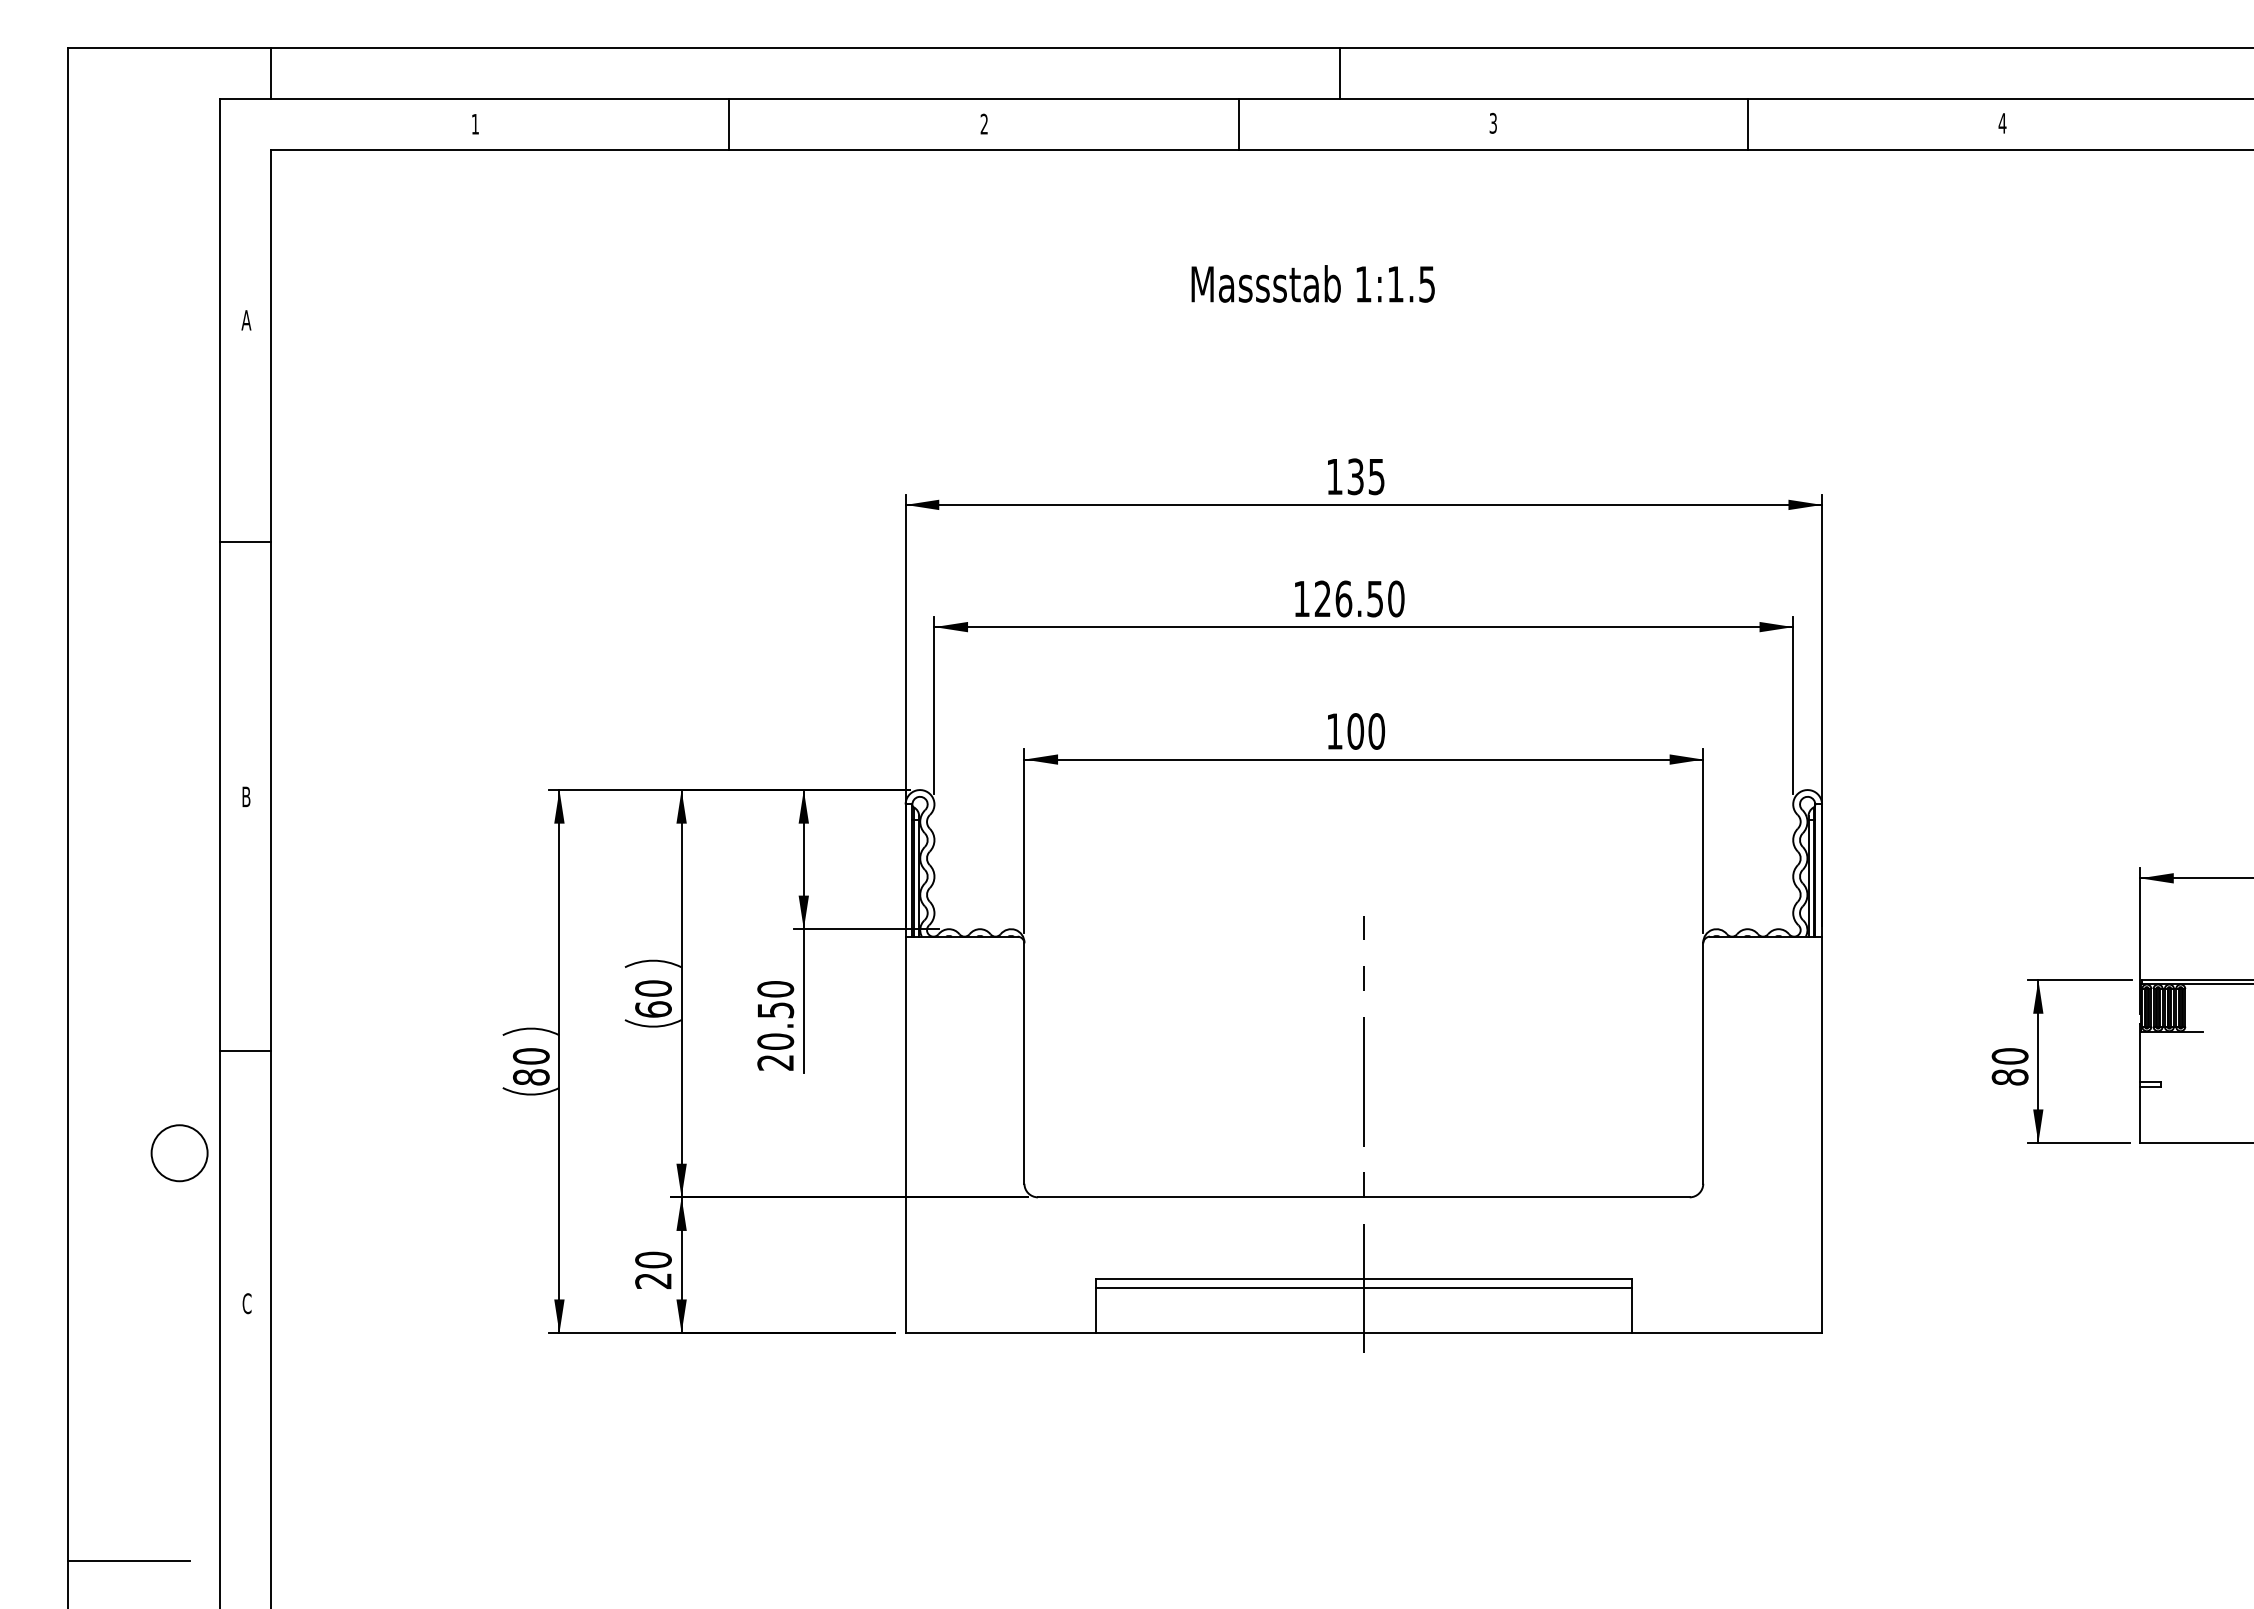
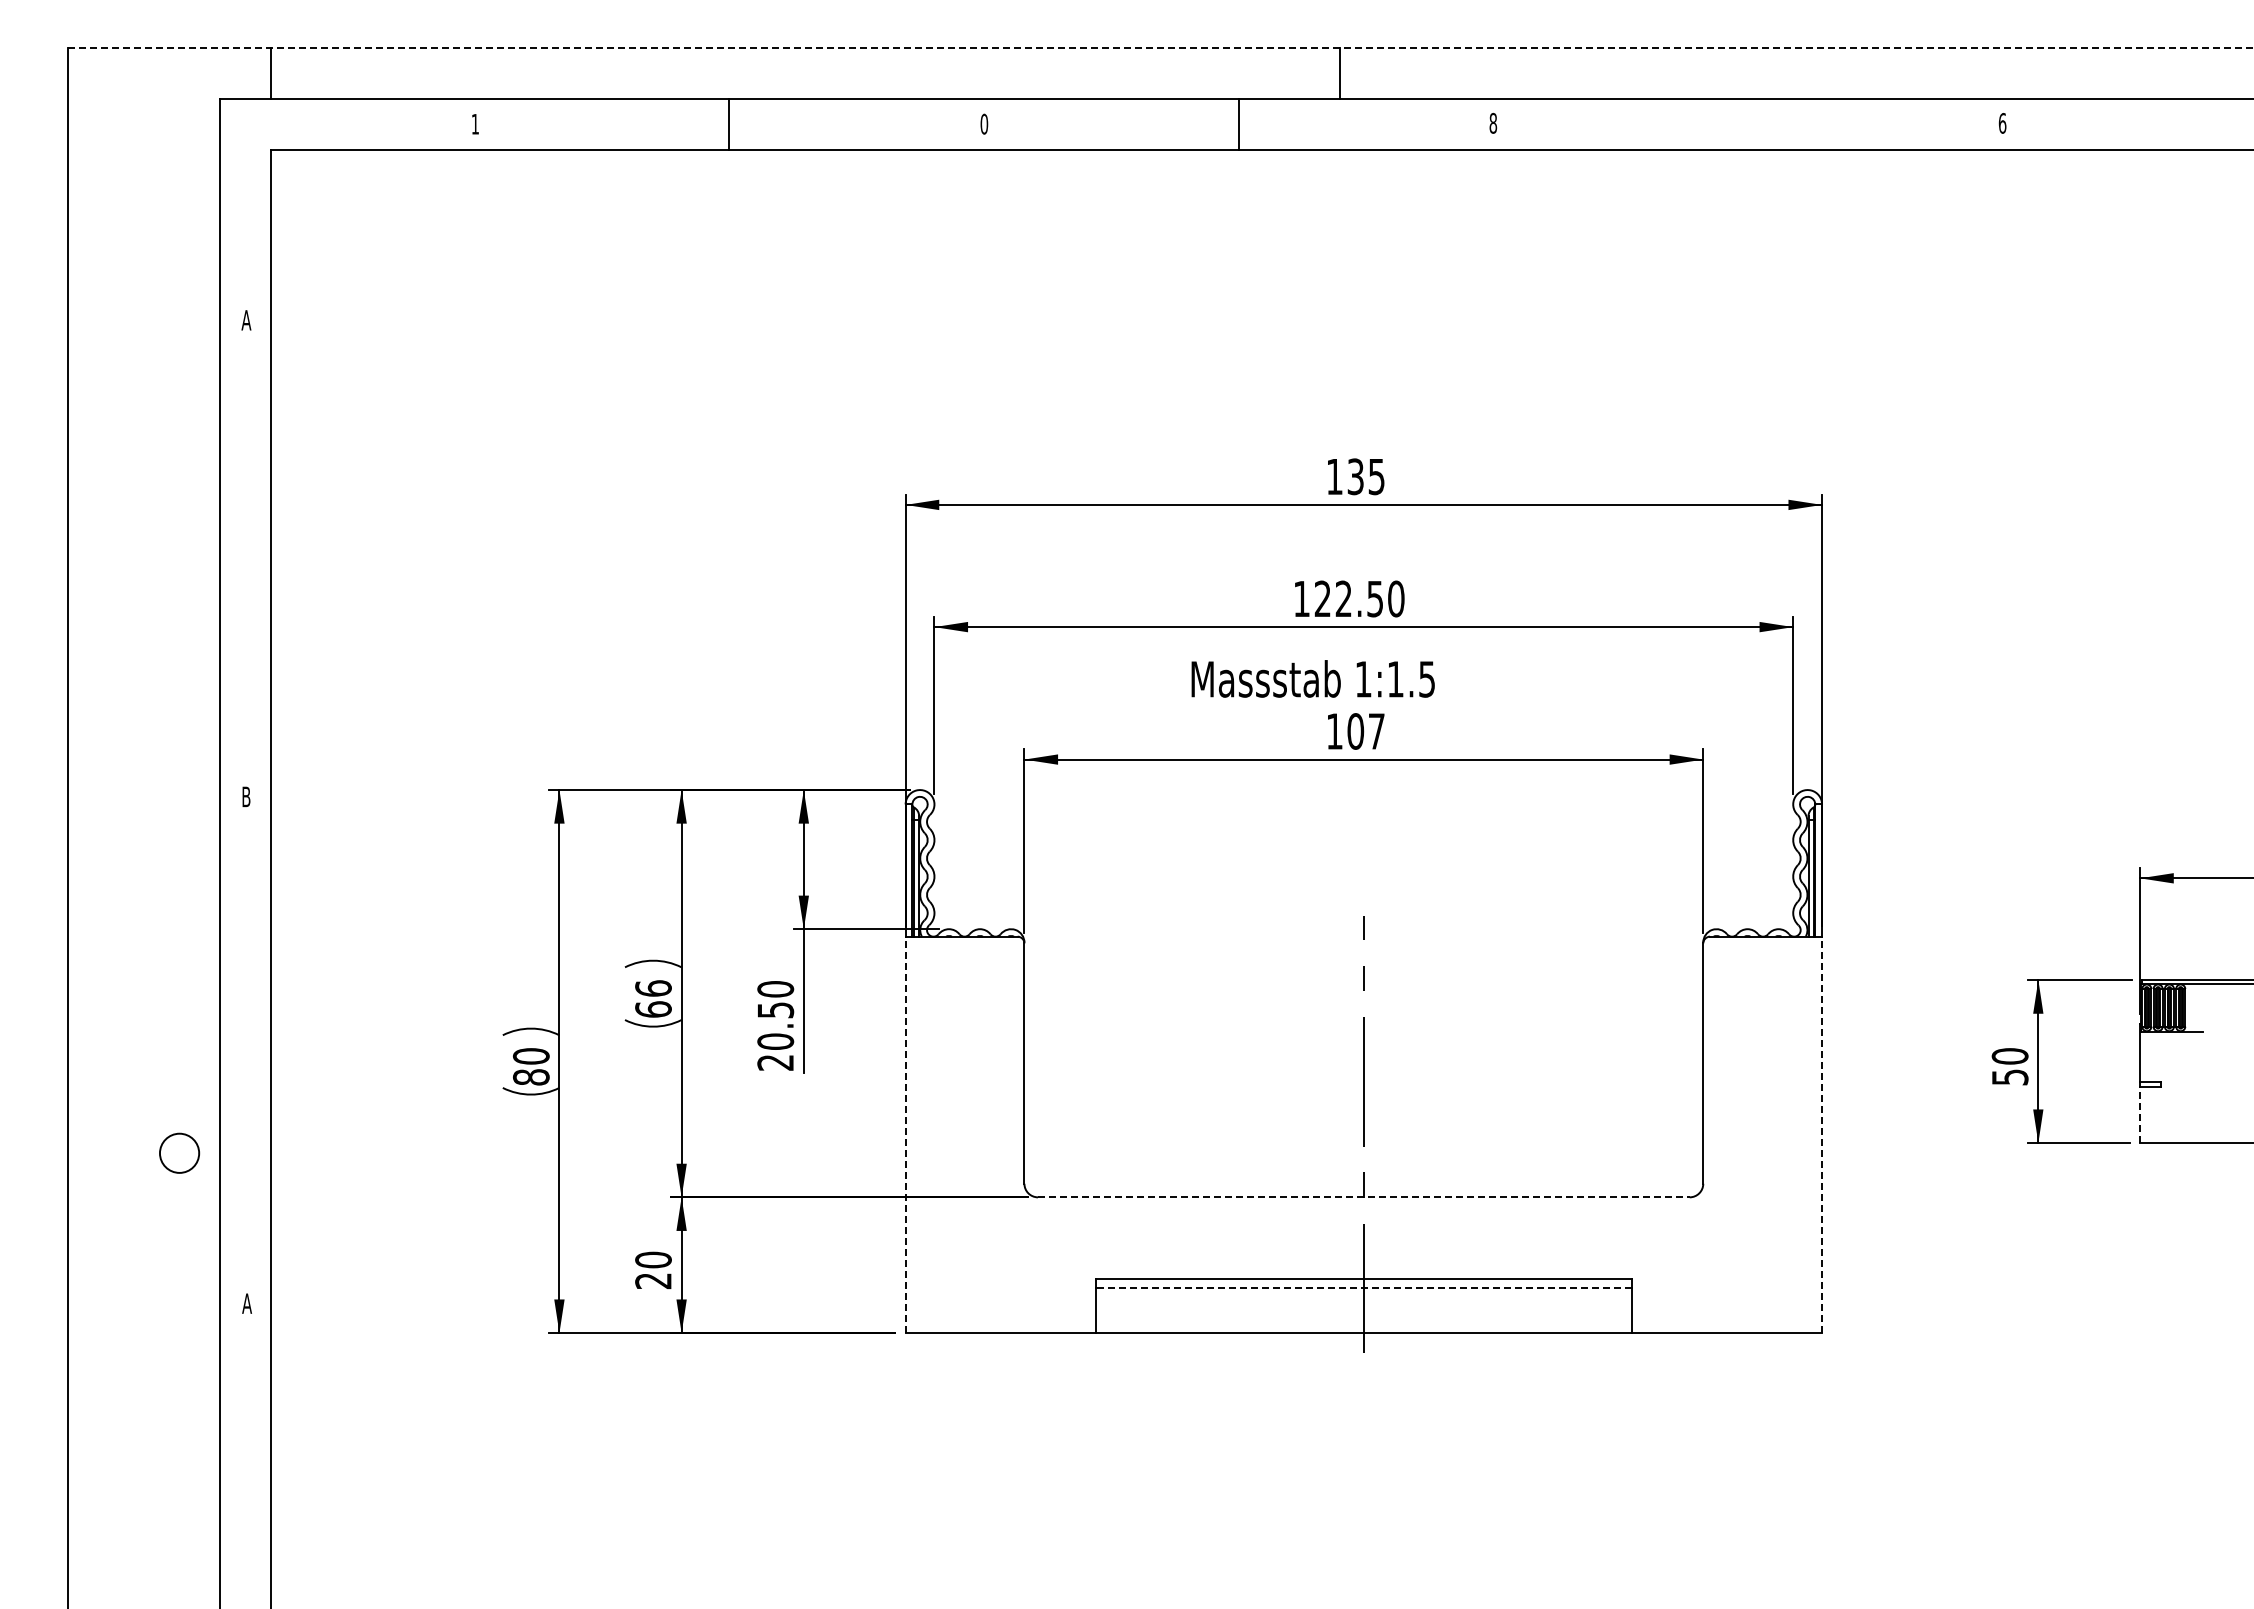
line at (1160, 48): solid -> dashed
text at (984, 123): 2 -> 0
text at (1493, 123): 3 -> 8
text at (2002, 123): 4 -> 6
line at (1747, 124): present -> none
text at (1312, 283) position: (1312, 283) -> (1312, 678)
line at (245, 542): present -> none
text at (1343, 598): 126.50 -> 122.50
text at (1376, 731): 100 -> 107
text at (653, 988): 60 -> 66
line at (245, 1051): present -> none
text at (2009, 1077): 80 -> 50
line at (2140, 1115): solid -> dashed
line at (905, 1134): solid -> dashed
line at (1822, 1134): solid -> dashed
circle at (179, 1153) size: 59x59 px -> 42x42 px
line at (1363, 1197): solid -> dashed
line at (1363, 1288): solid -> dashed
text at (246, 1303): C -> A
line at (128, 1560): present -> none
